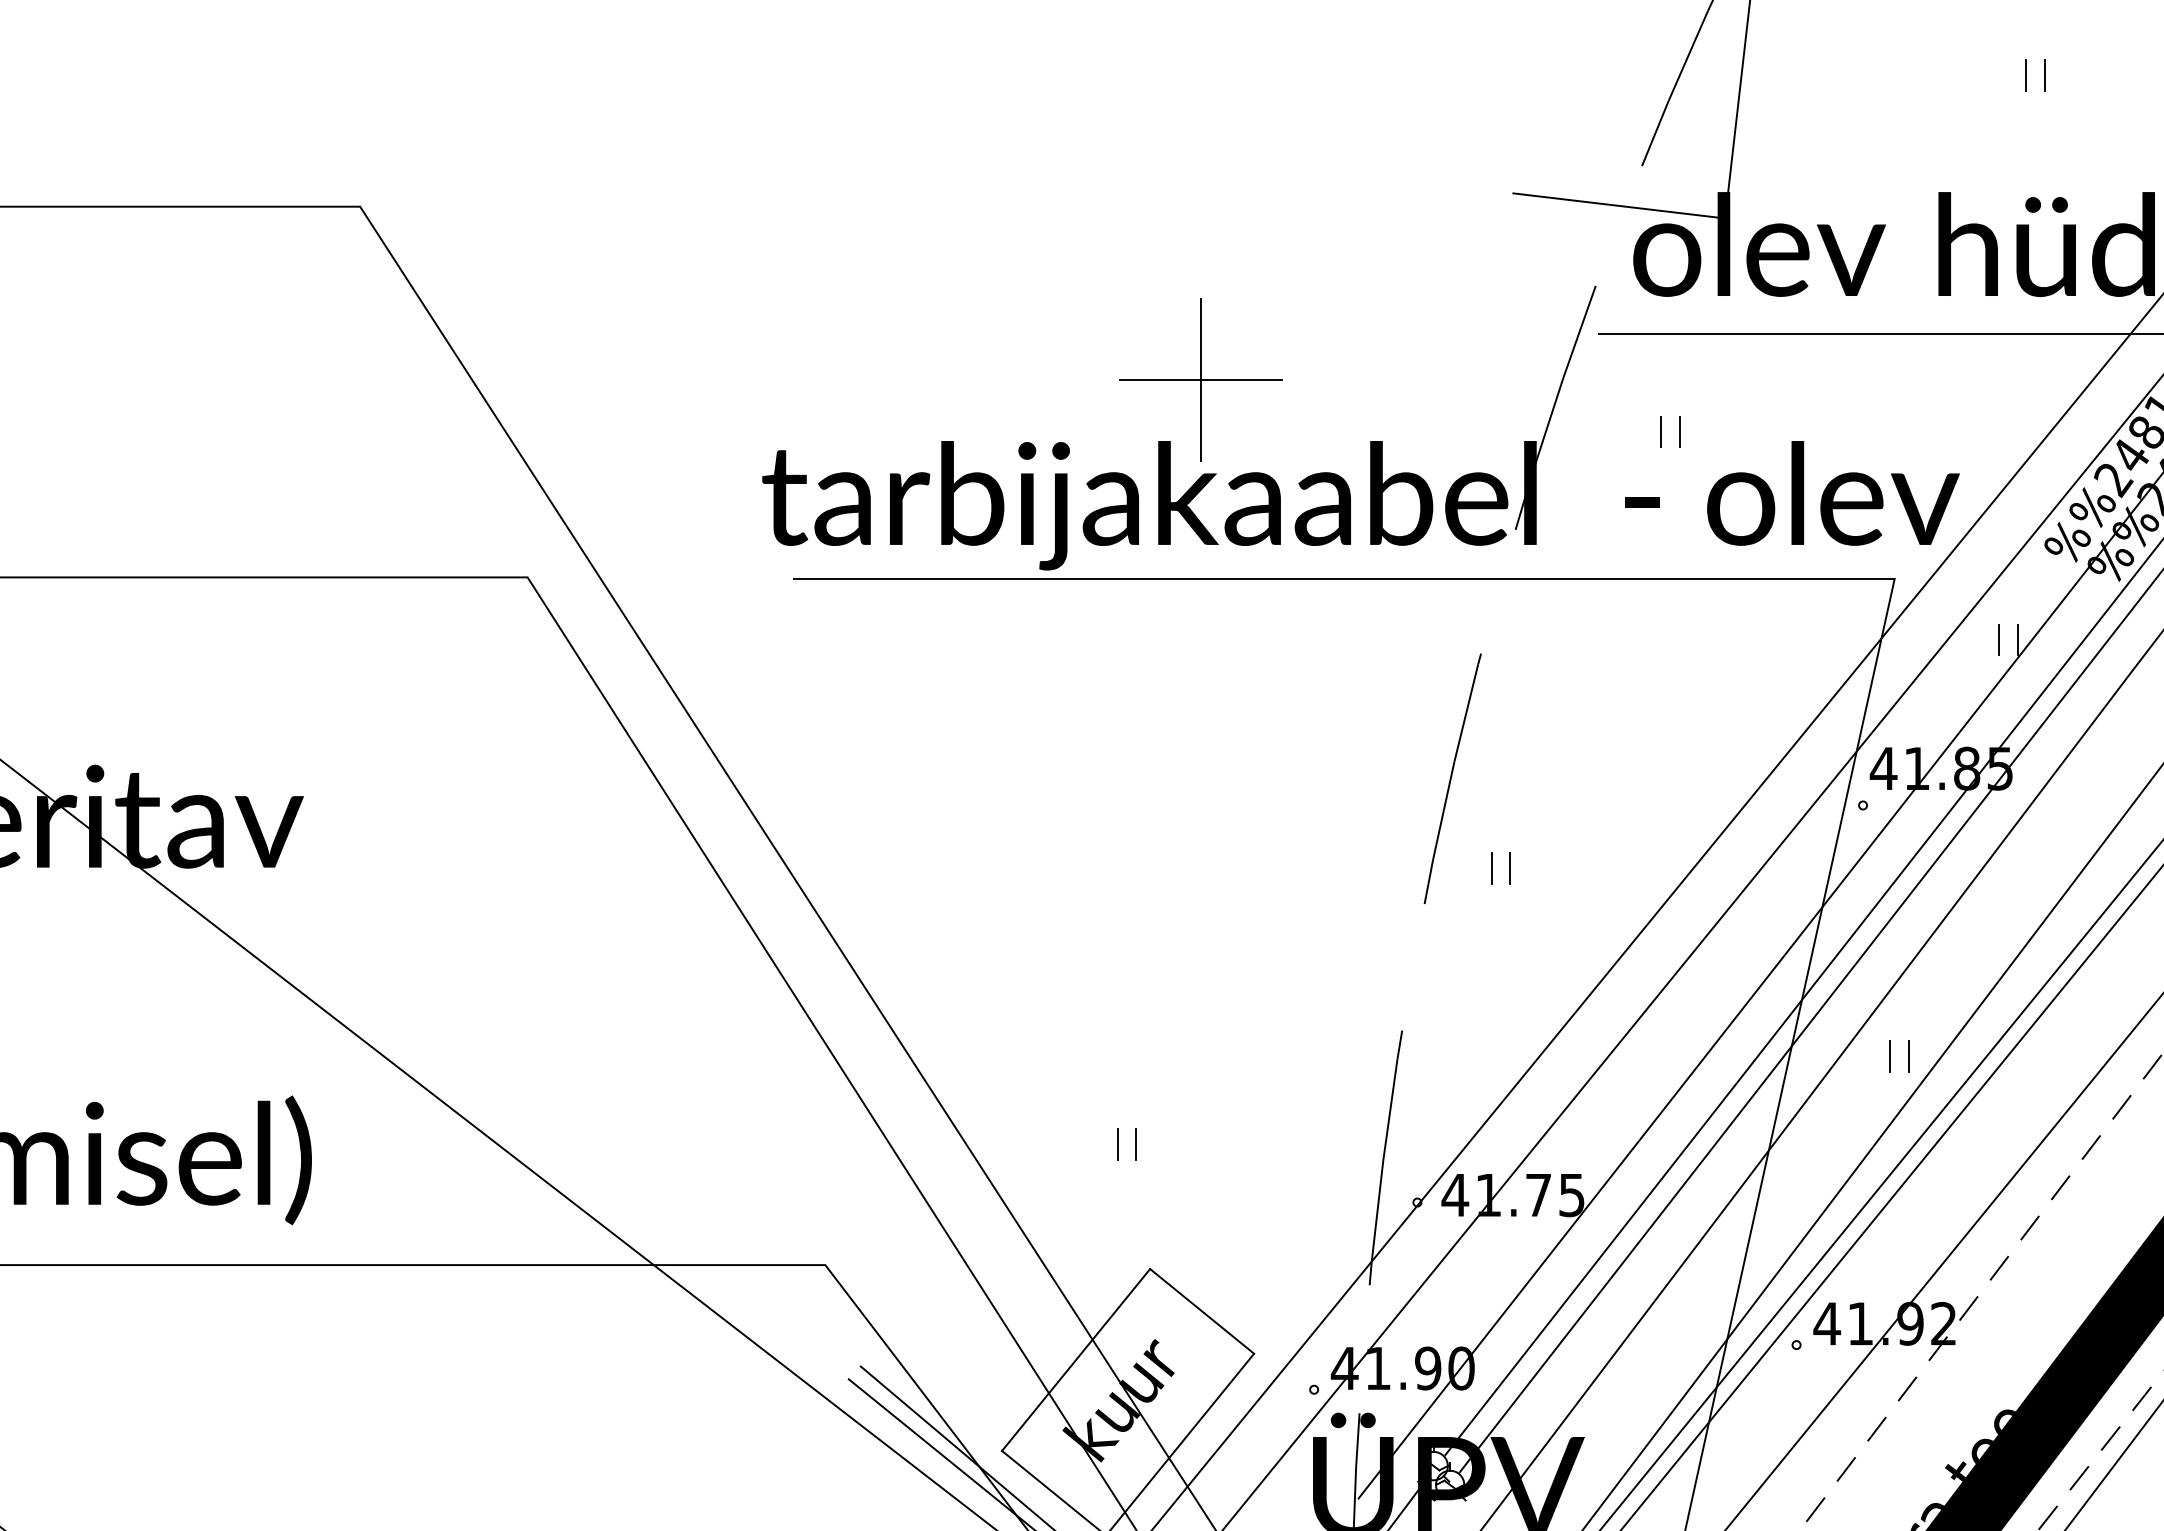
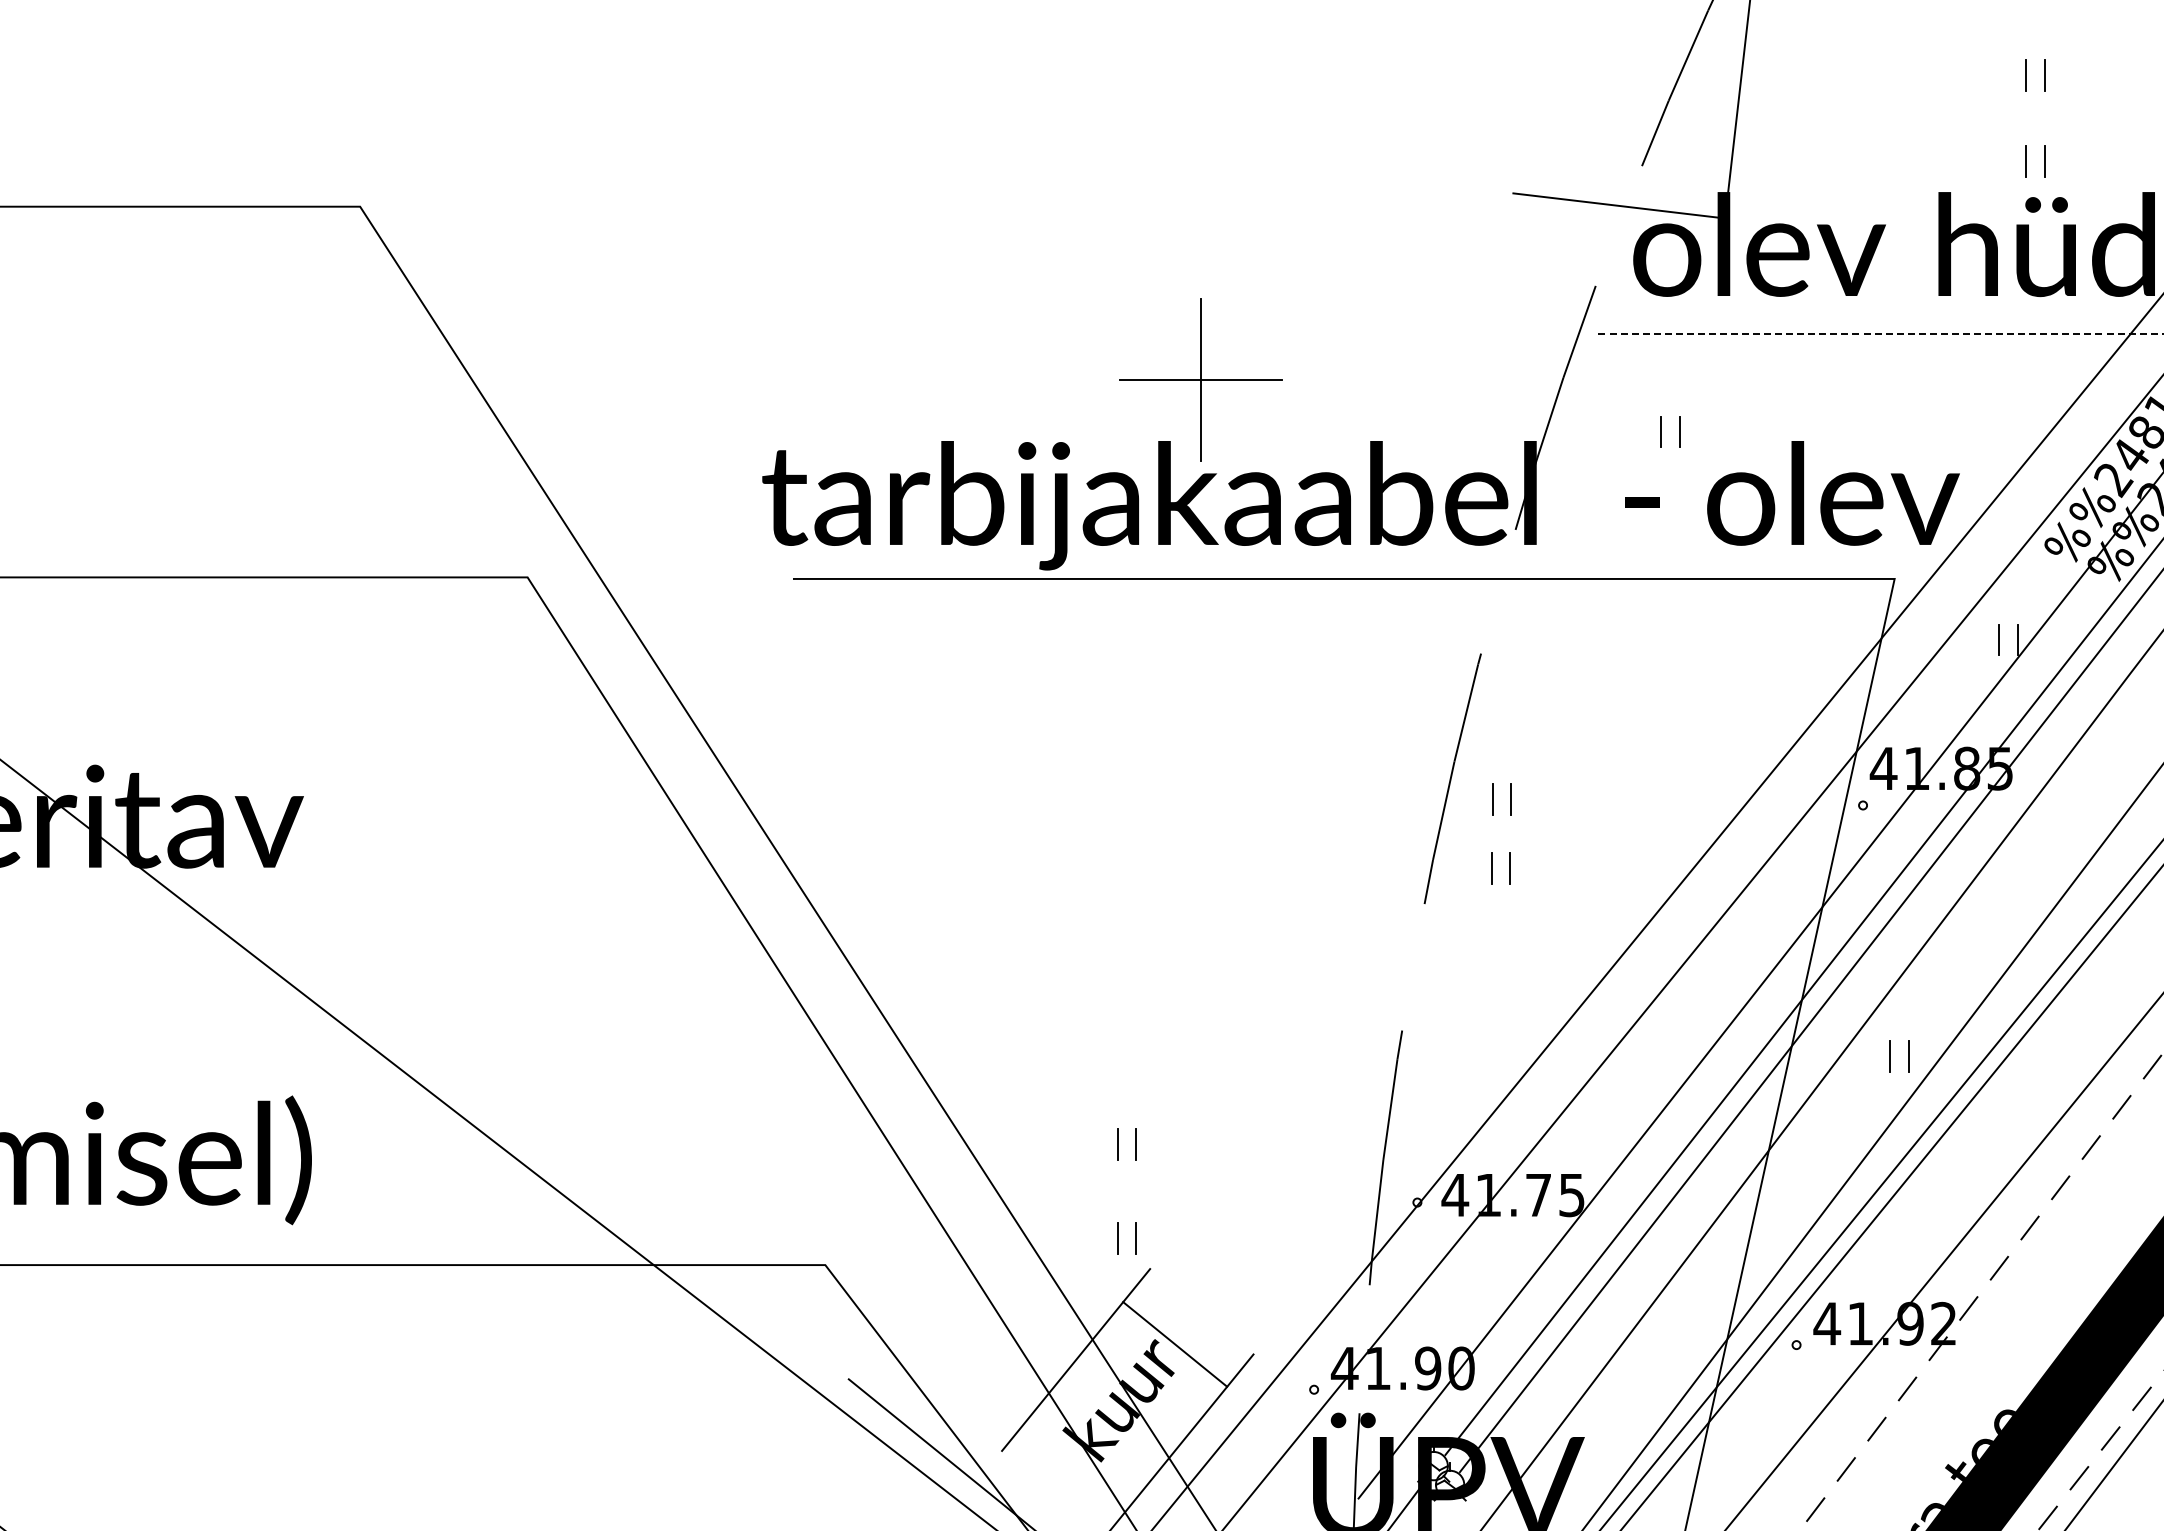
part at (2026, 161): none -> present
line at (1881, 333): solid -> dashed
part at (1493, 799): none -> present
part at (1118, 1238): none -> present
line at (1202, 1311) position: (1202, 1311) -> (1175, 1344)
line at (955, 1446): present -> none
line at (1048, 1488): present -> none
